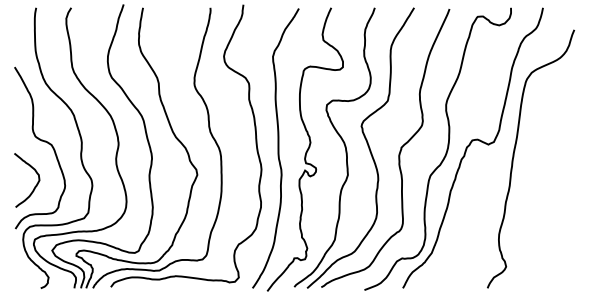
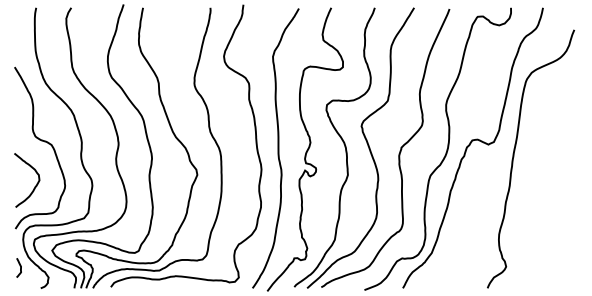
curve at (19, 266): none -> present
